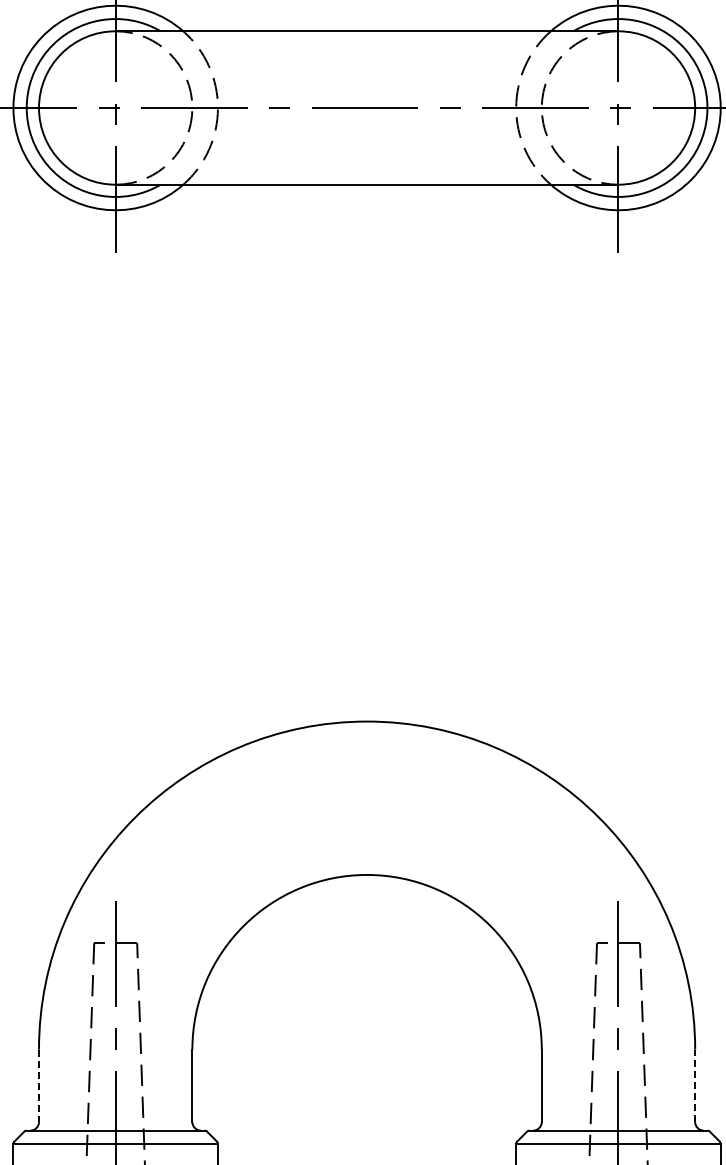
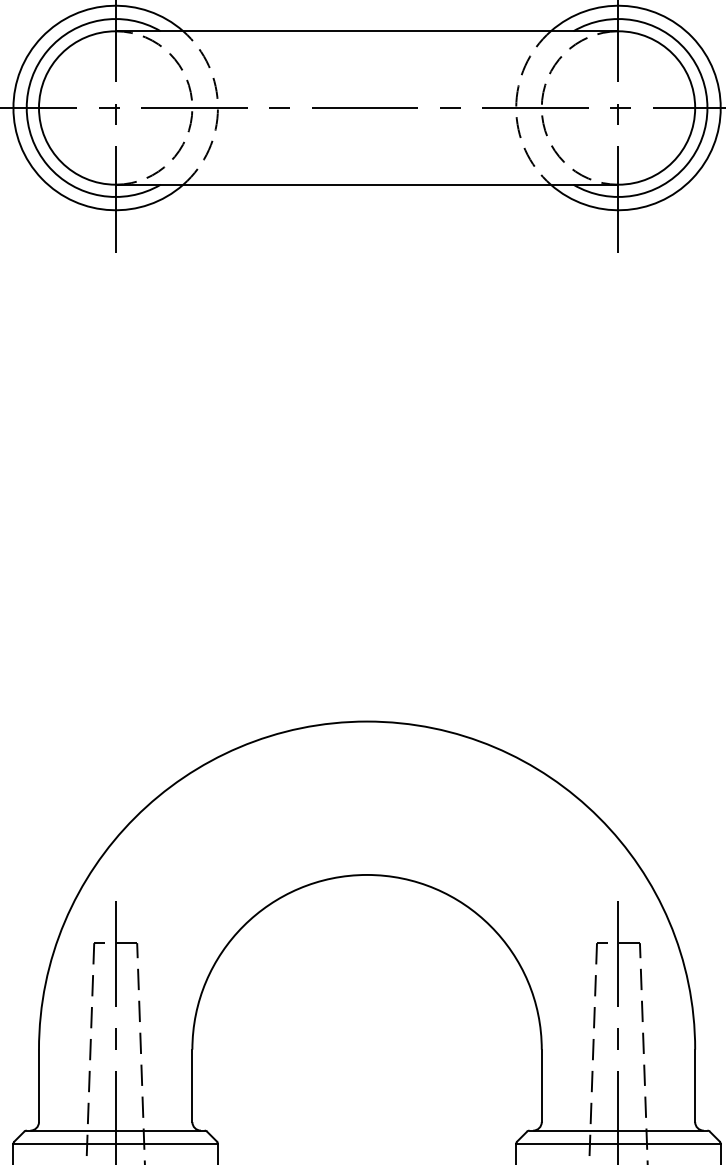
line at (695, 1085): dashed -> solid
line at (39, 1086): dashed -> solid
